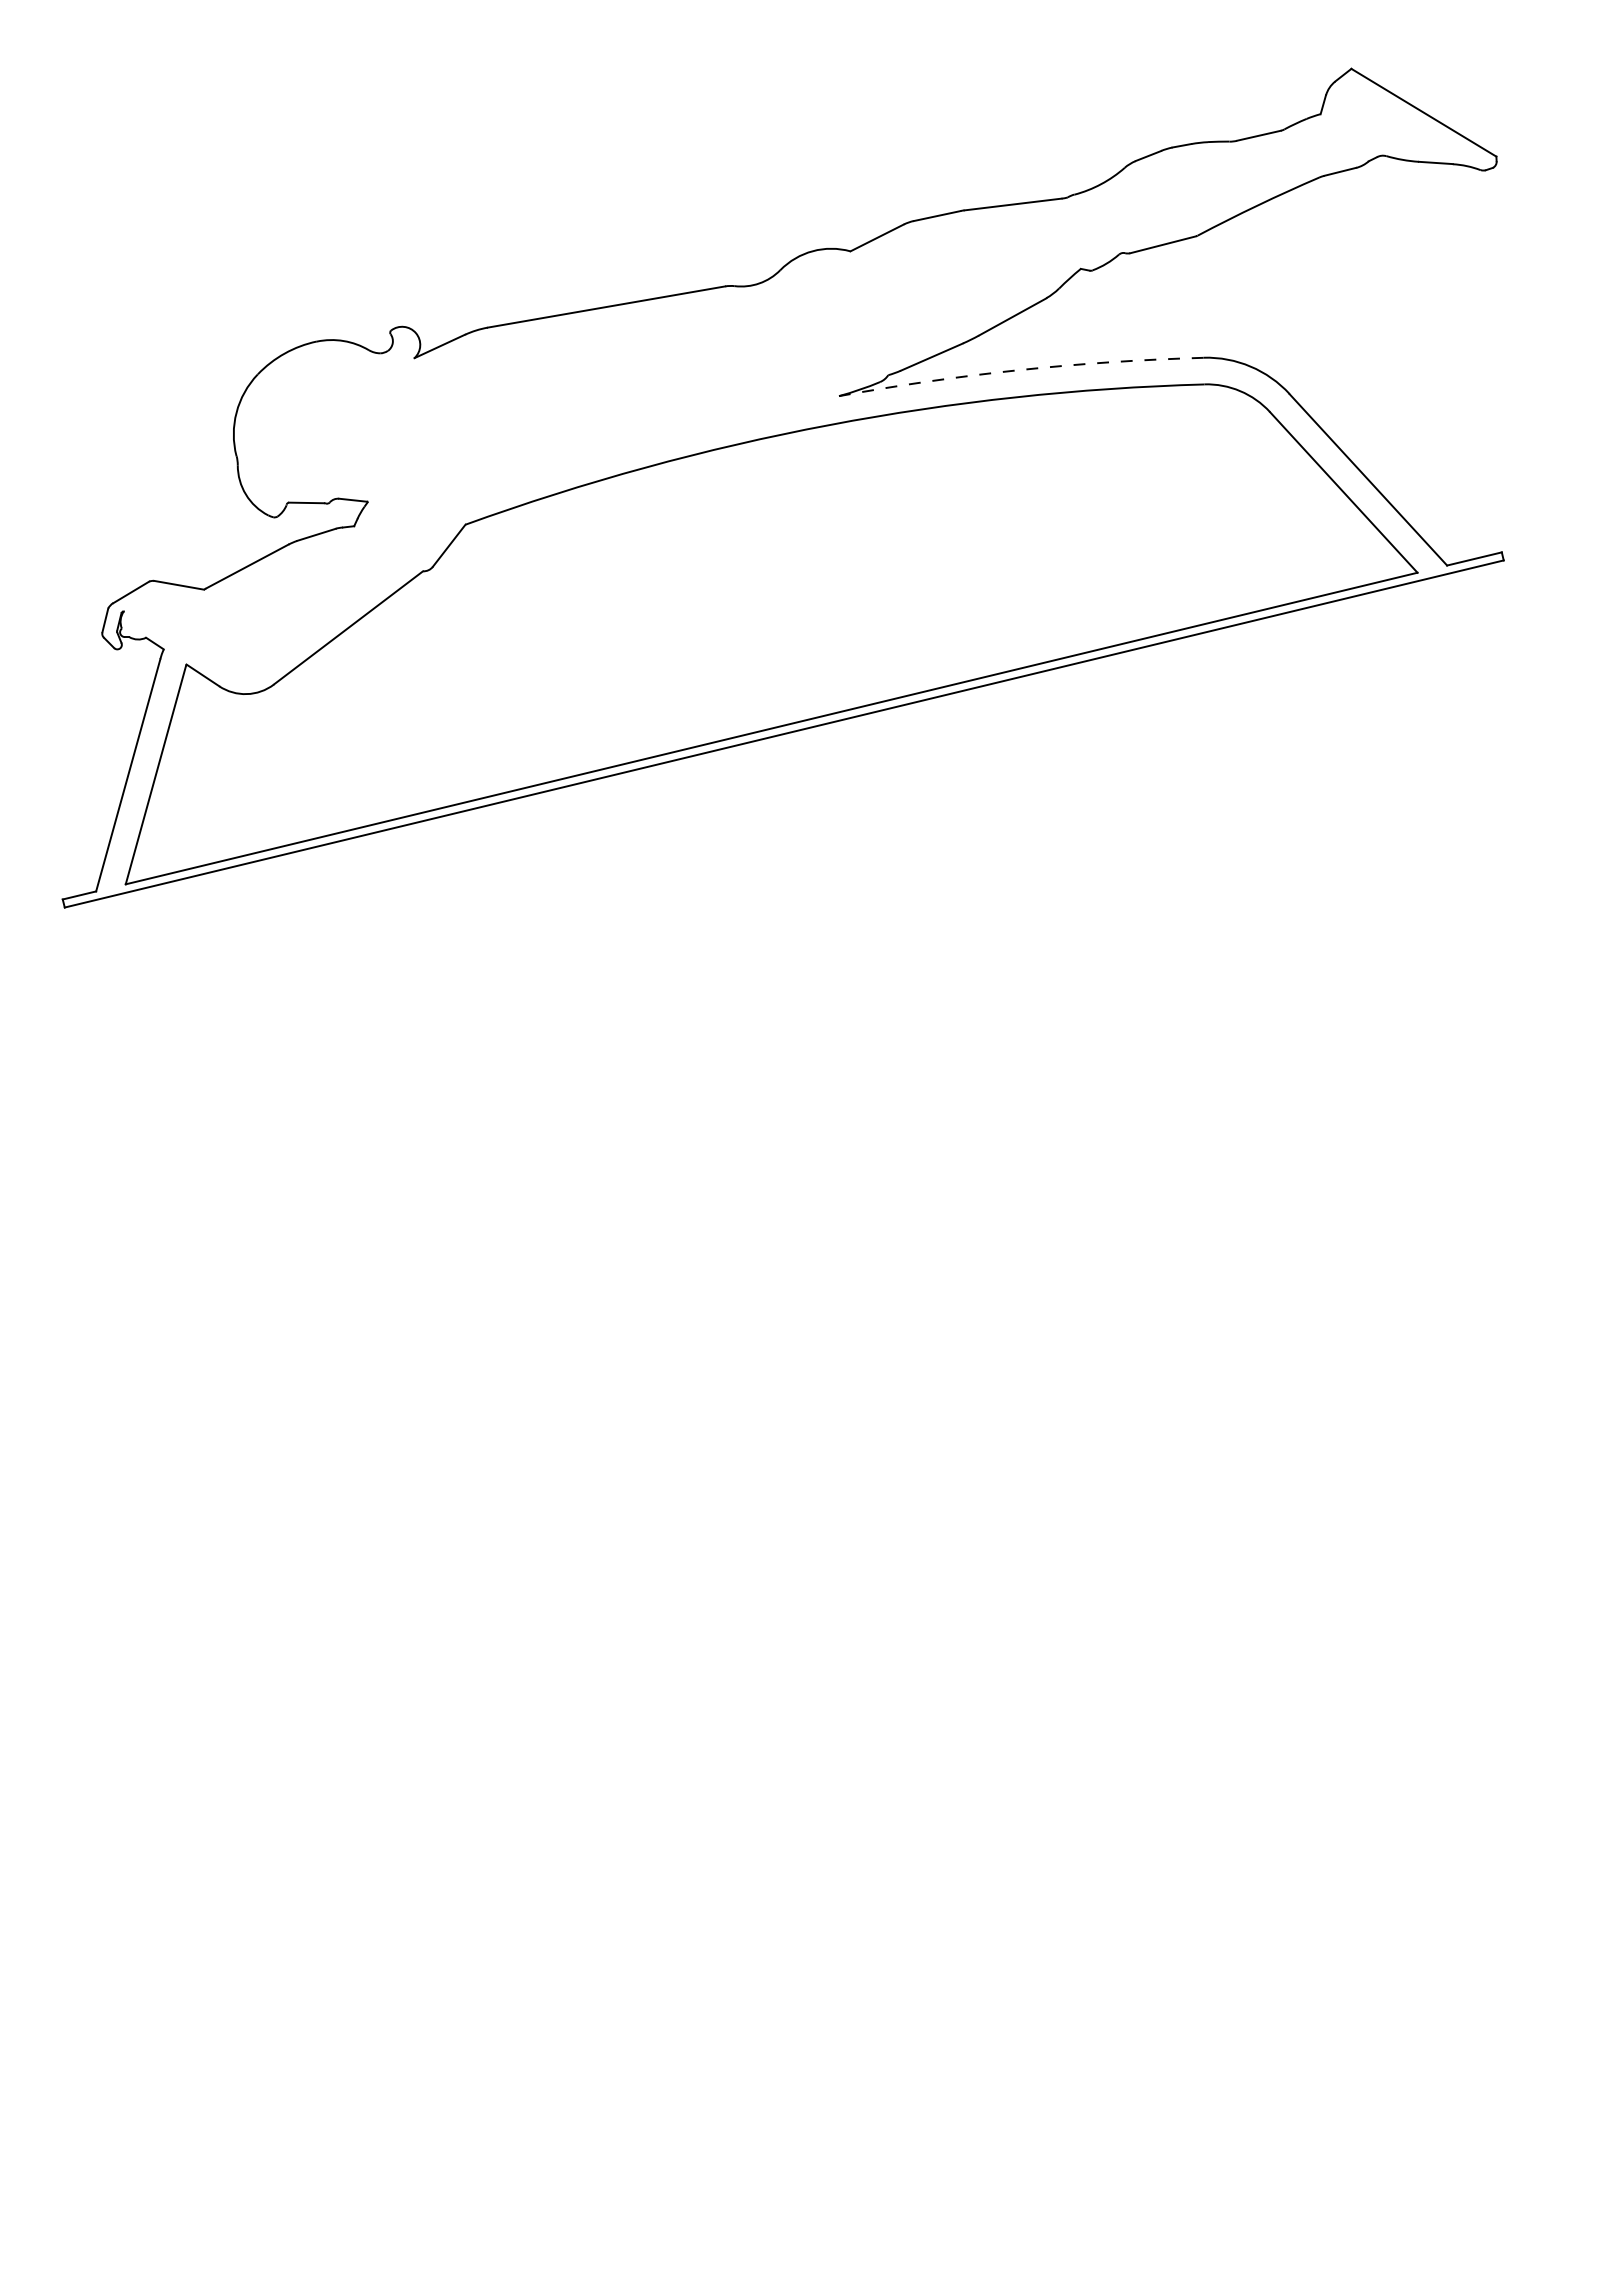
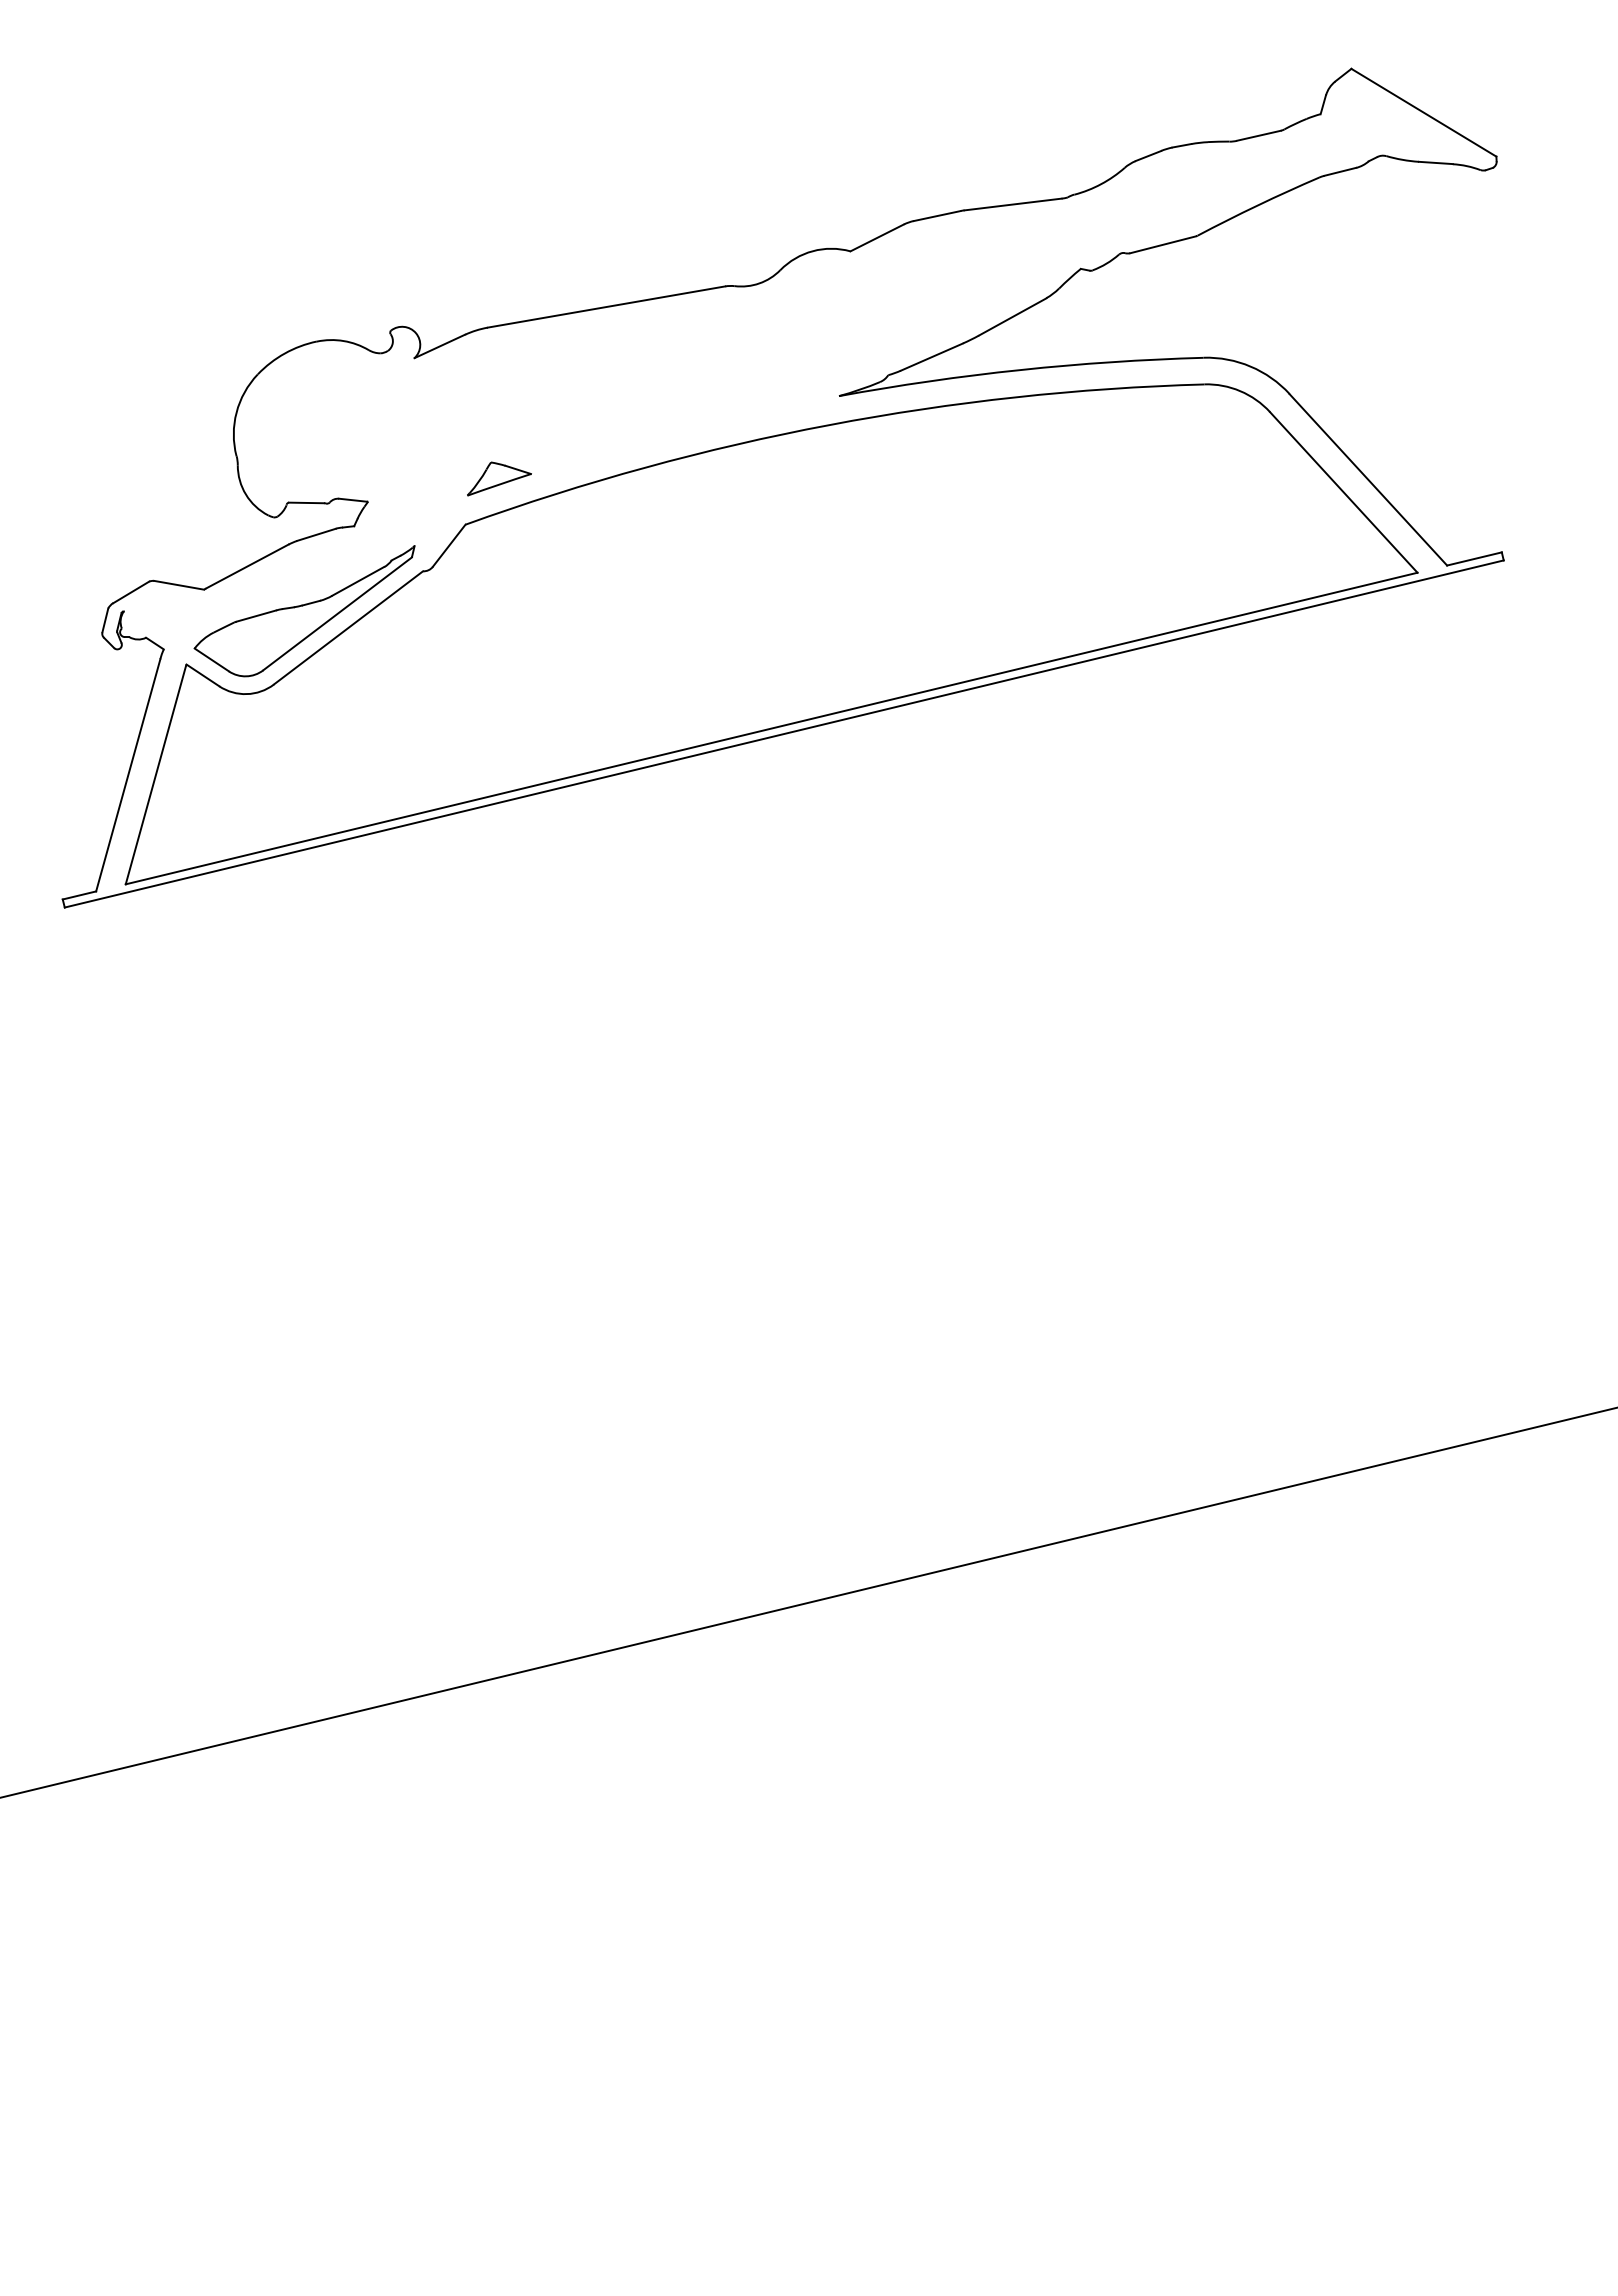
arc at (1020, 370): dashed -> solid
part at (499, 478): none -> present
part at (304, 611): none -> present
line at (808, 1602): none -> present
